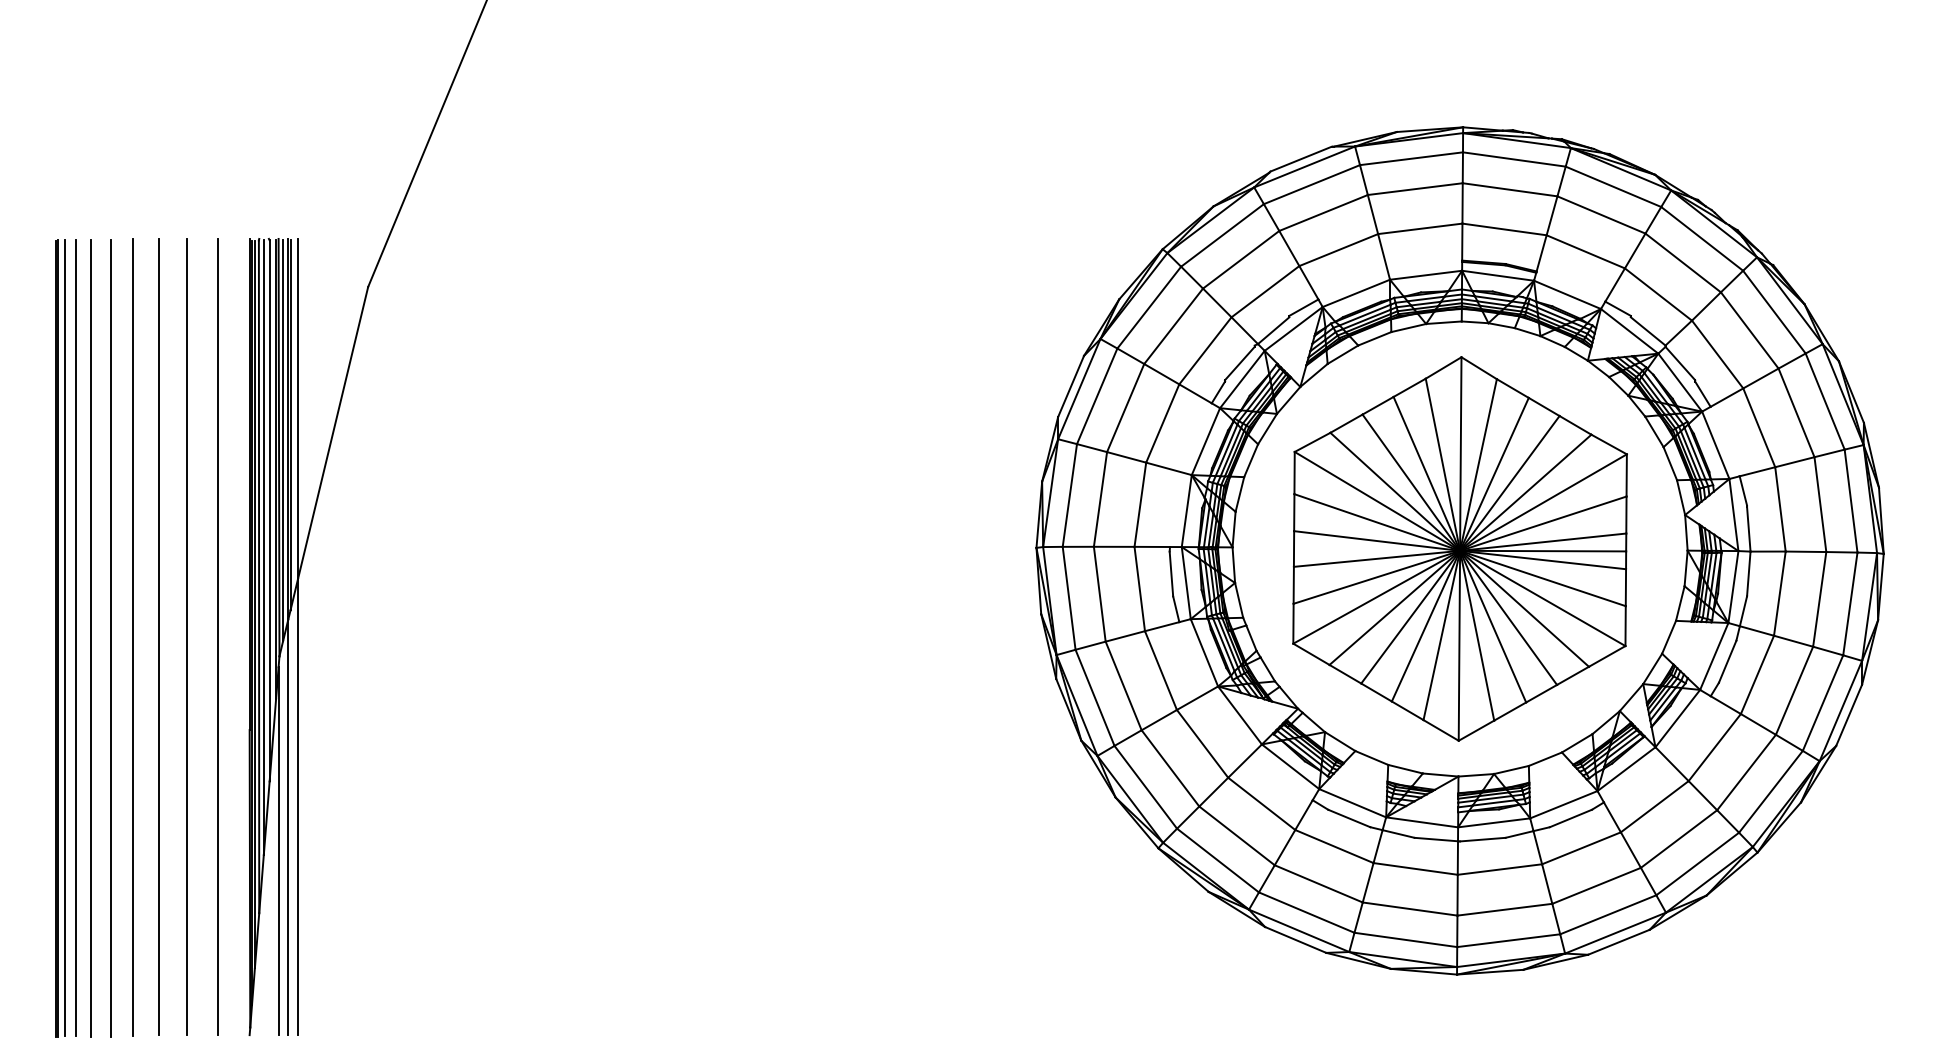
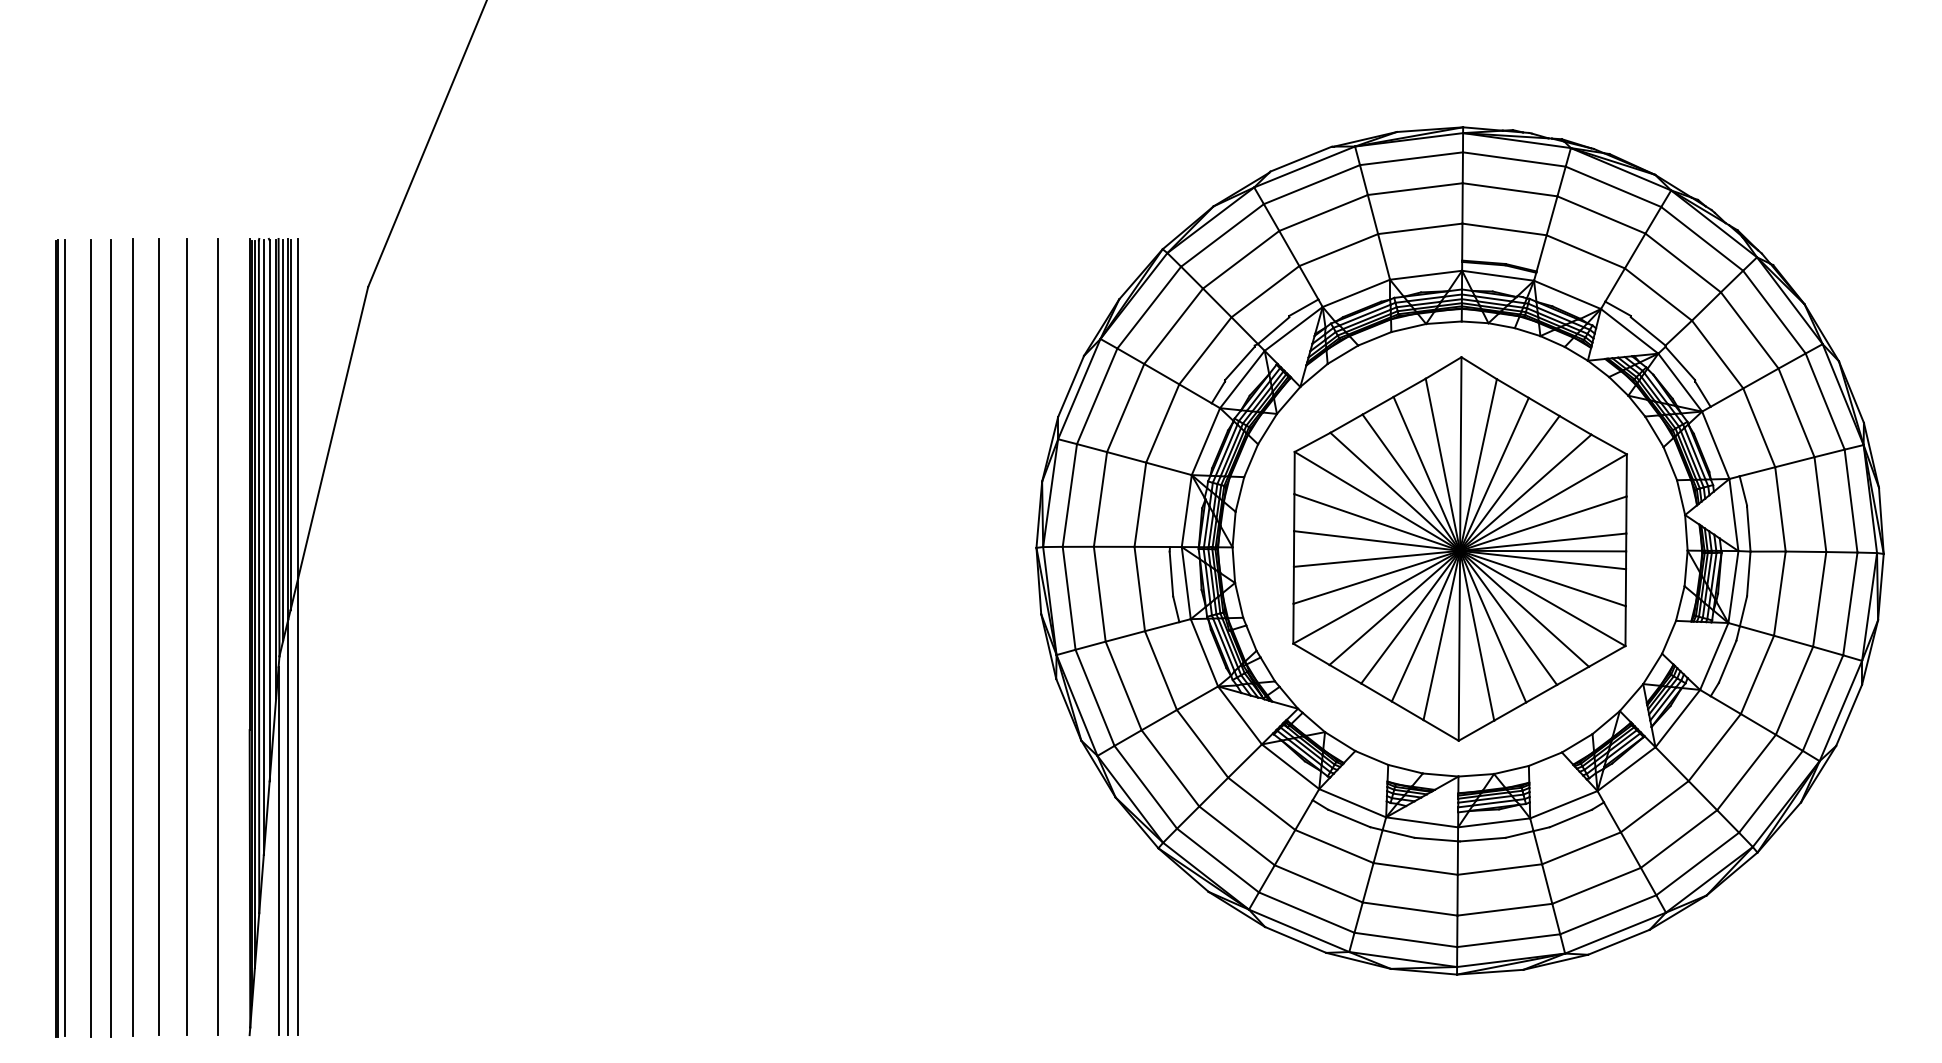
line at (76, 637): present -> none
